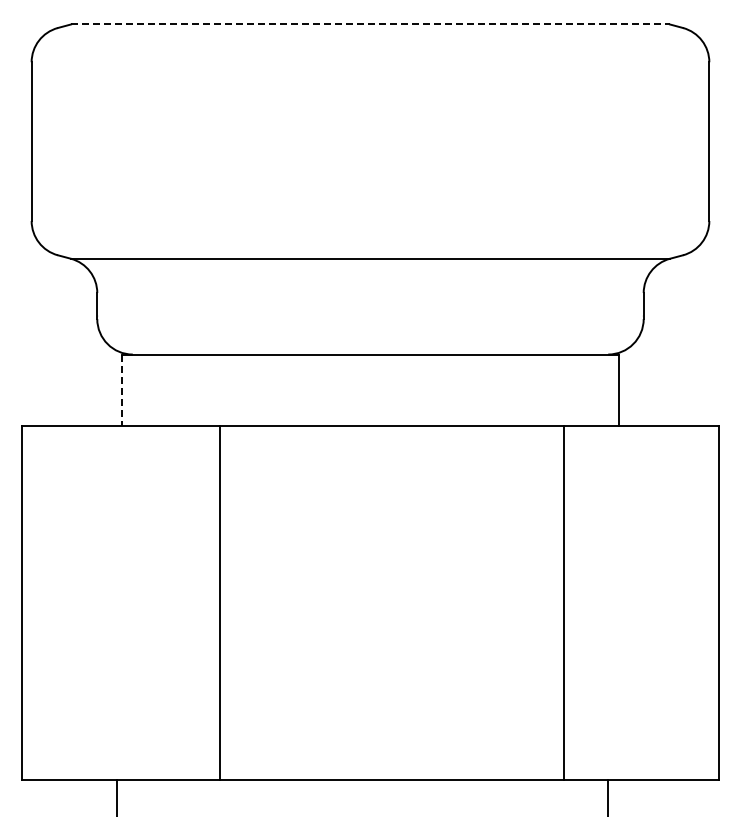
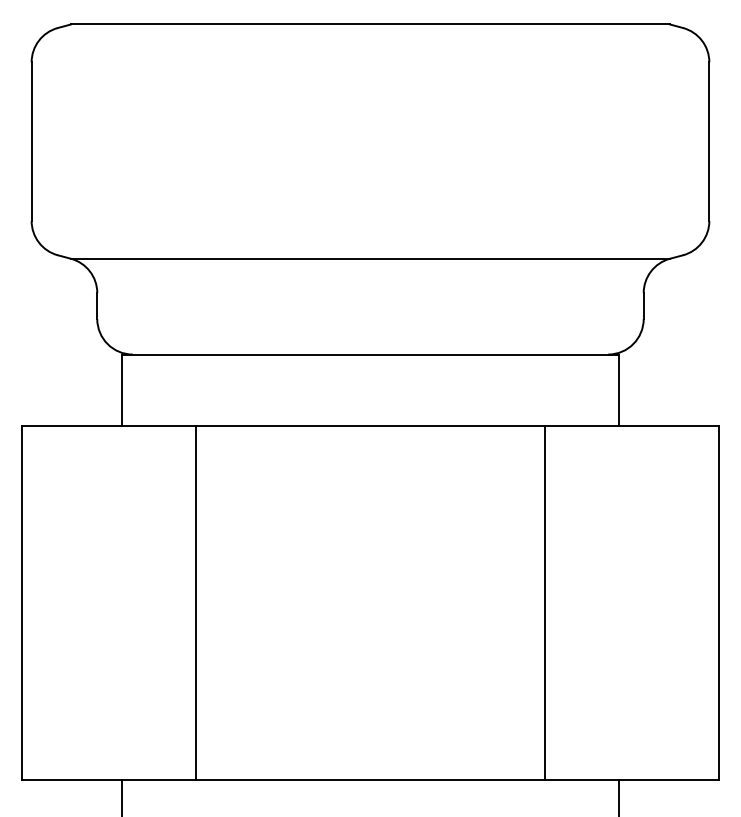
line at (370, 24): dashed -> solid
line at (122, 390): dashed -> solid
line at (220, 602) position: (220, 602) -> (196, 602)
line at (563, 602) position: (563, 602) -> (544, 602)
line at (117, 796) position: (117, 796) -> (122, 796)
line at (607, 796) position: (607, 796) -> (618, 796)
